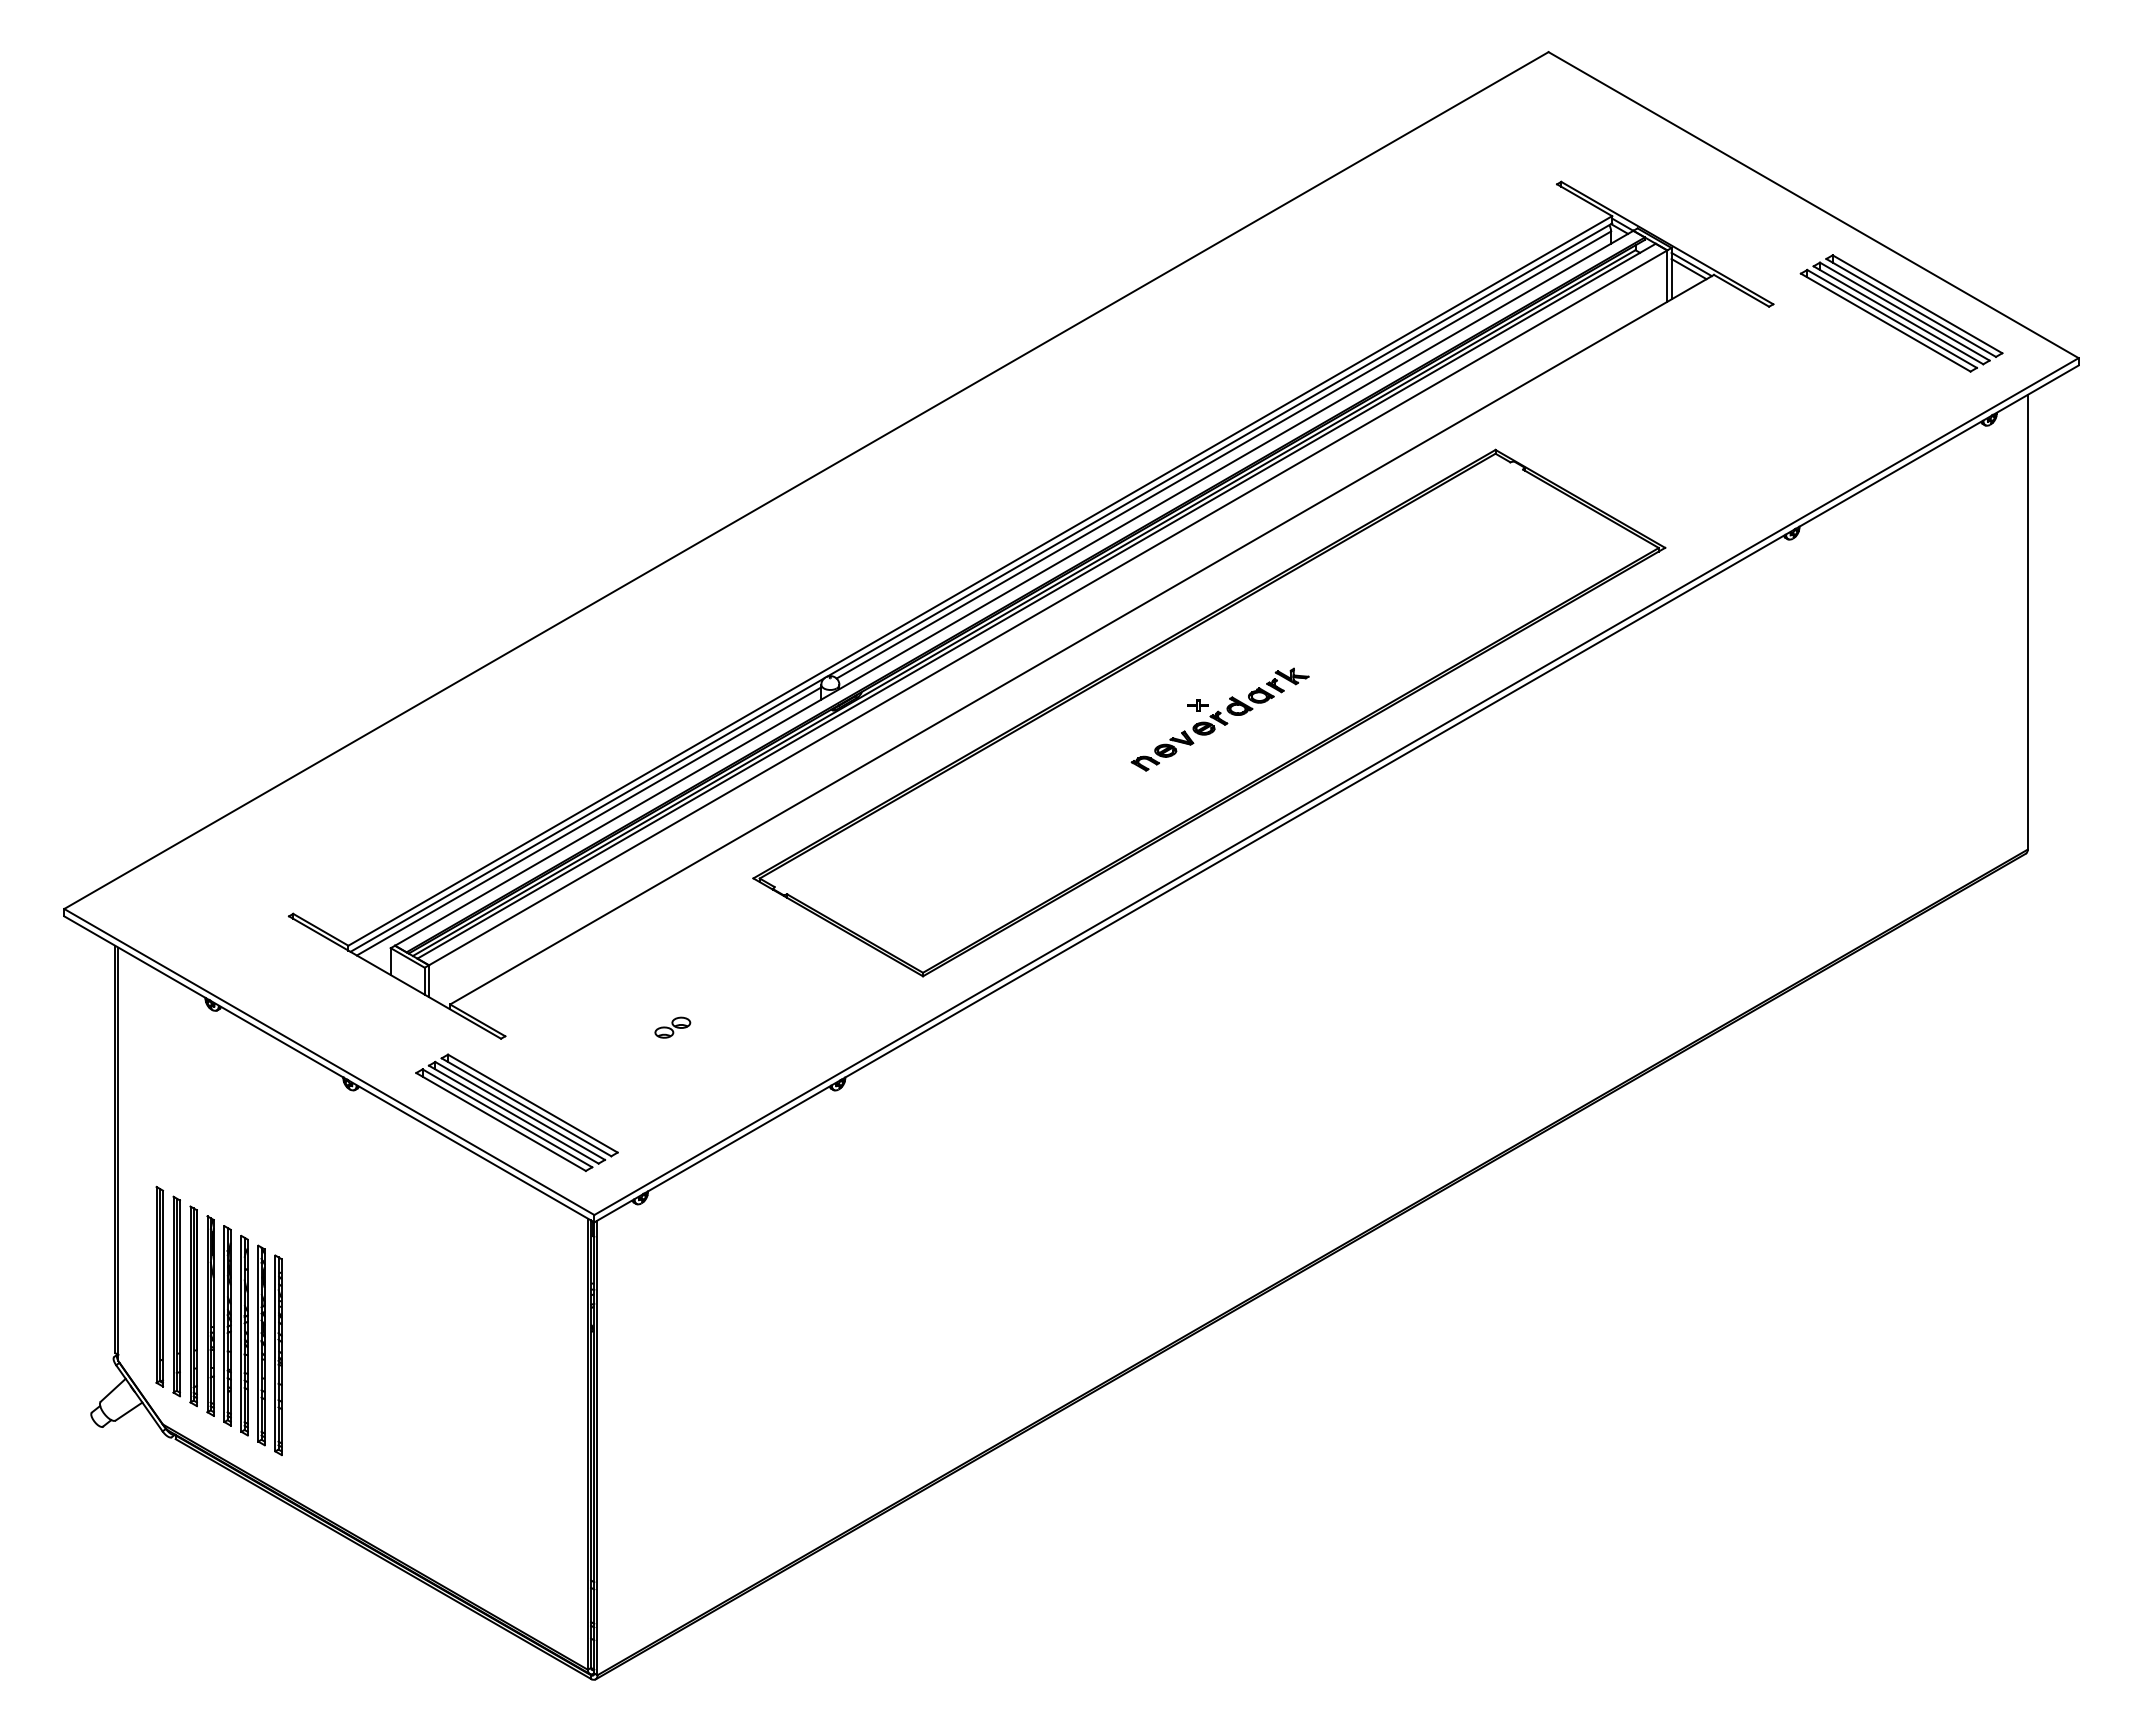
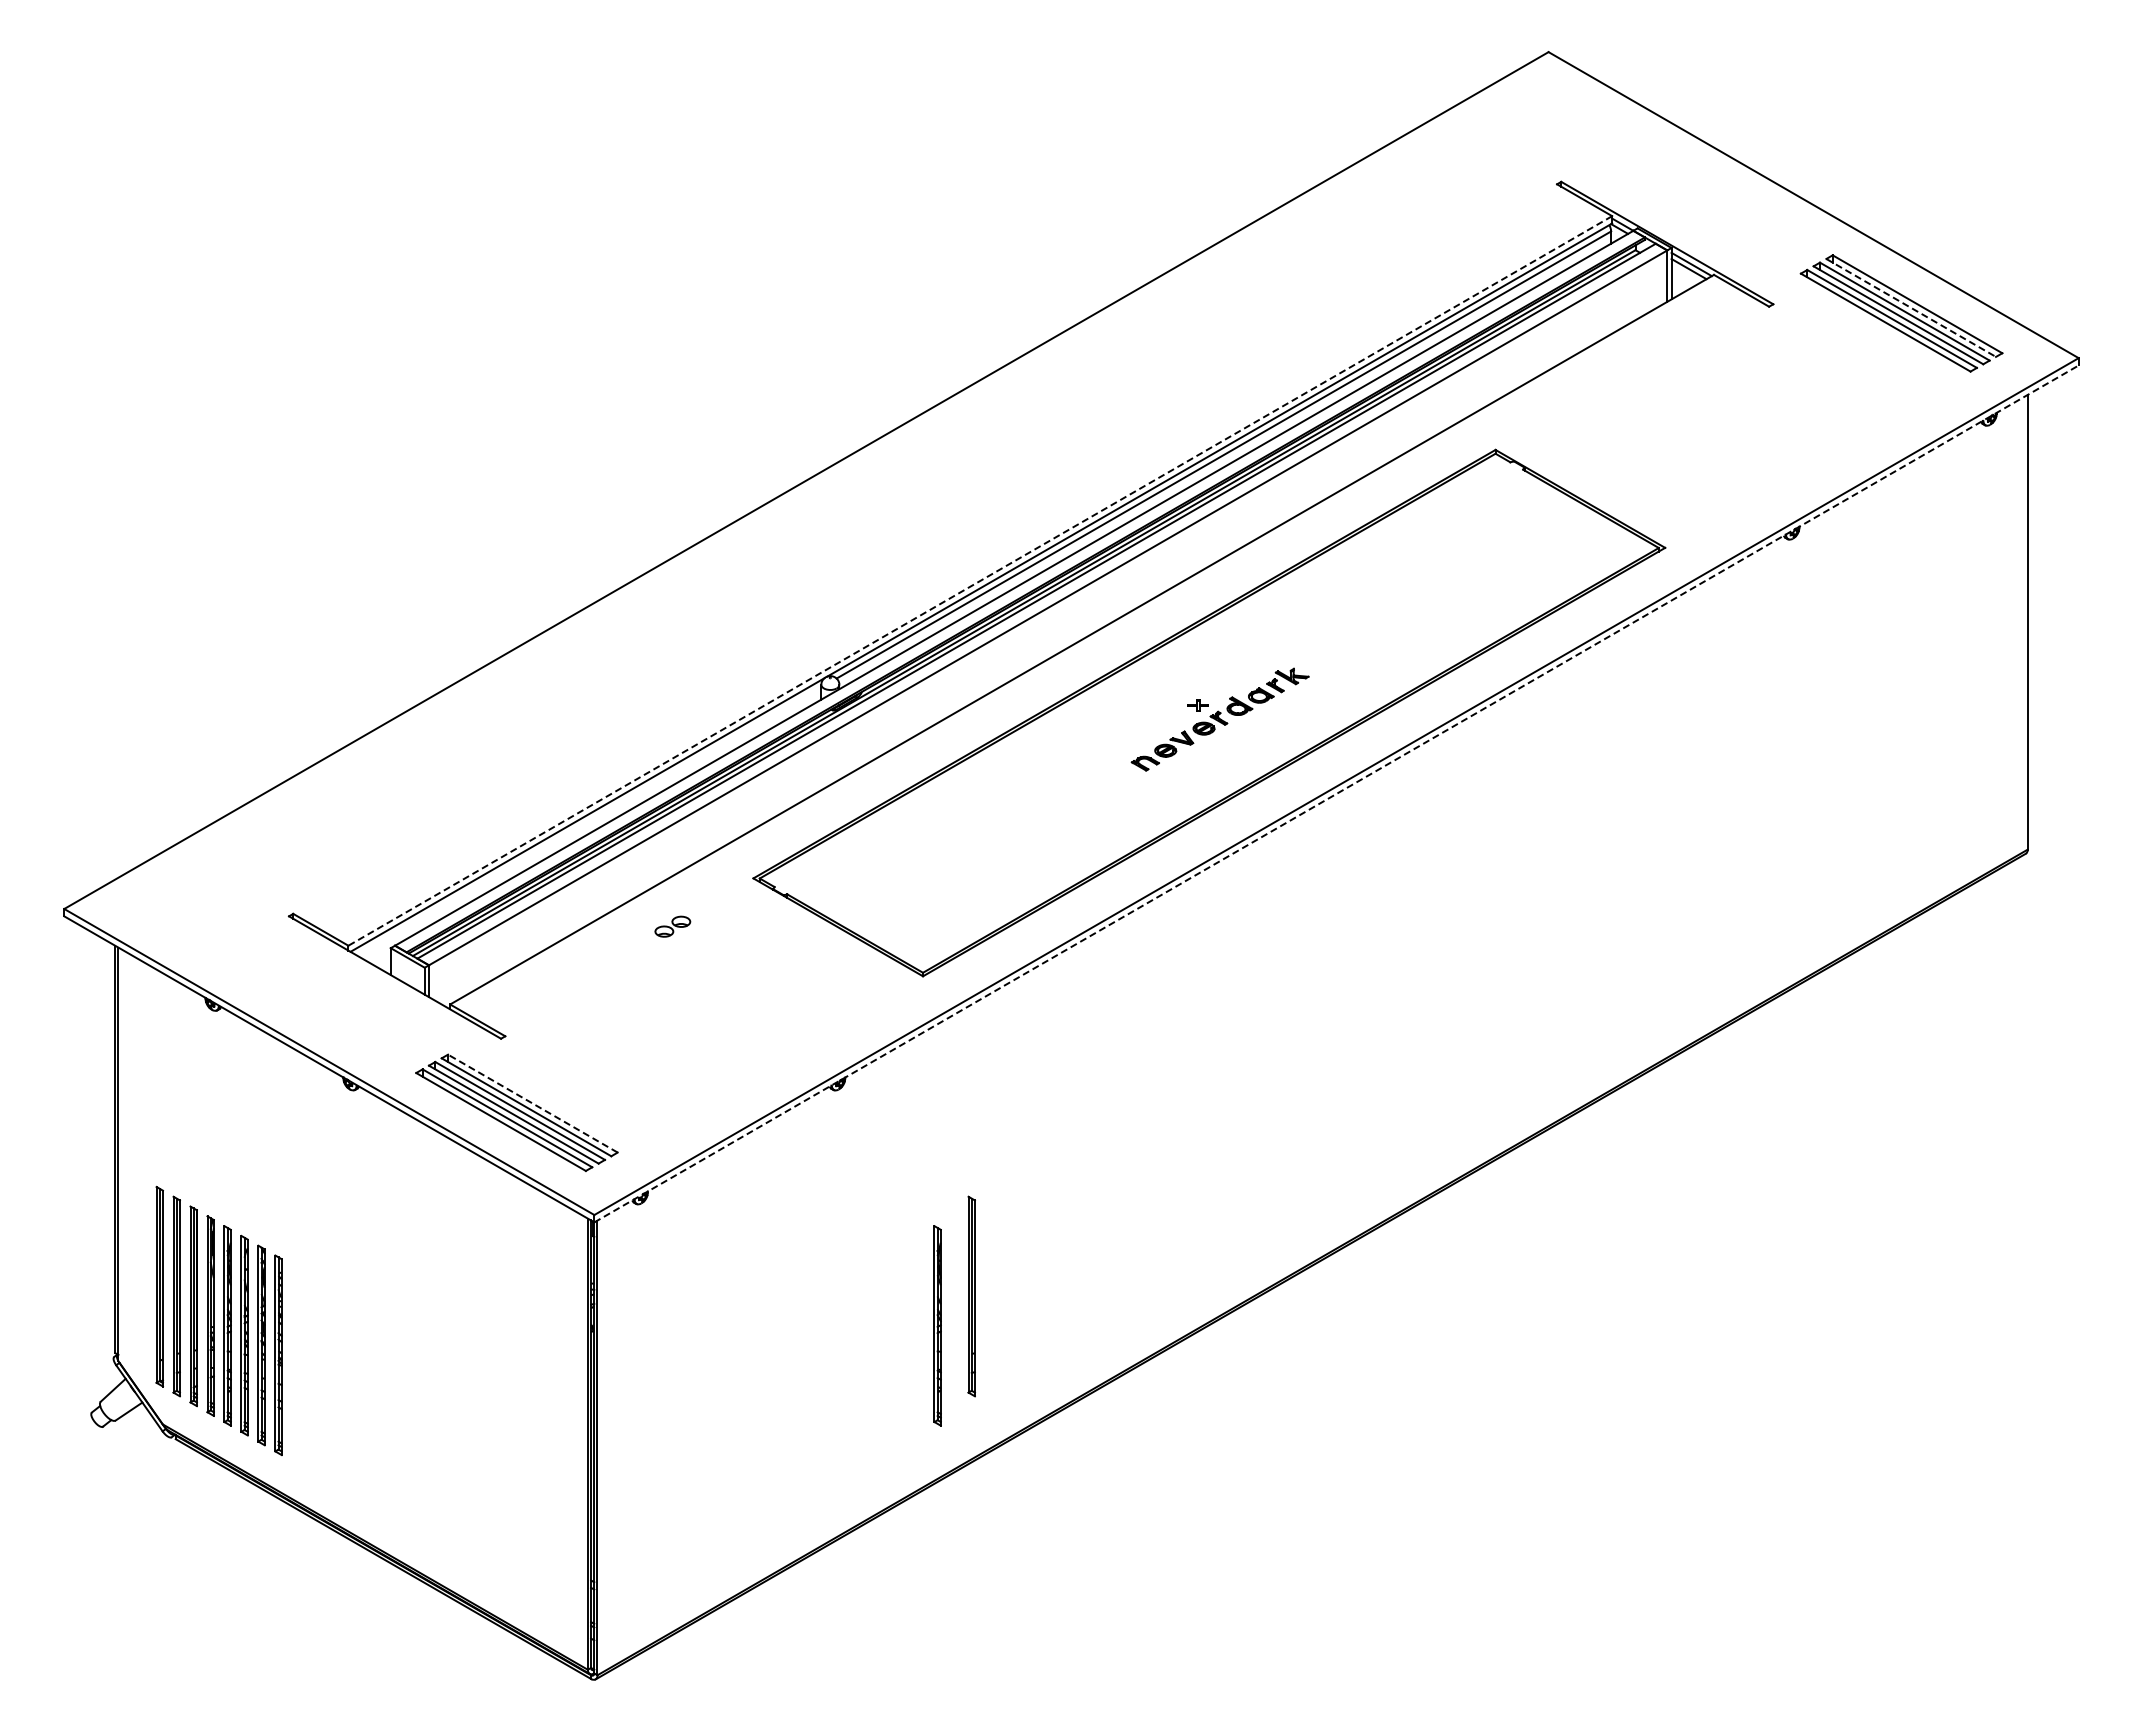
line at (1911, 307): solid -> dashed
line at (980, 580): solid -> dashed
line at (1336, 793): solid -> dashed
line at (588, 821): present -> none
part at (672, 1027) position: (672, 1027) -> (672, 926)
line at (532, 1103): solid -> dashed
part at (971, 1296): none -> present
part at (937, 1325): none -> present
